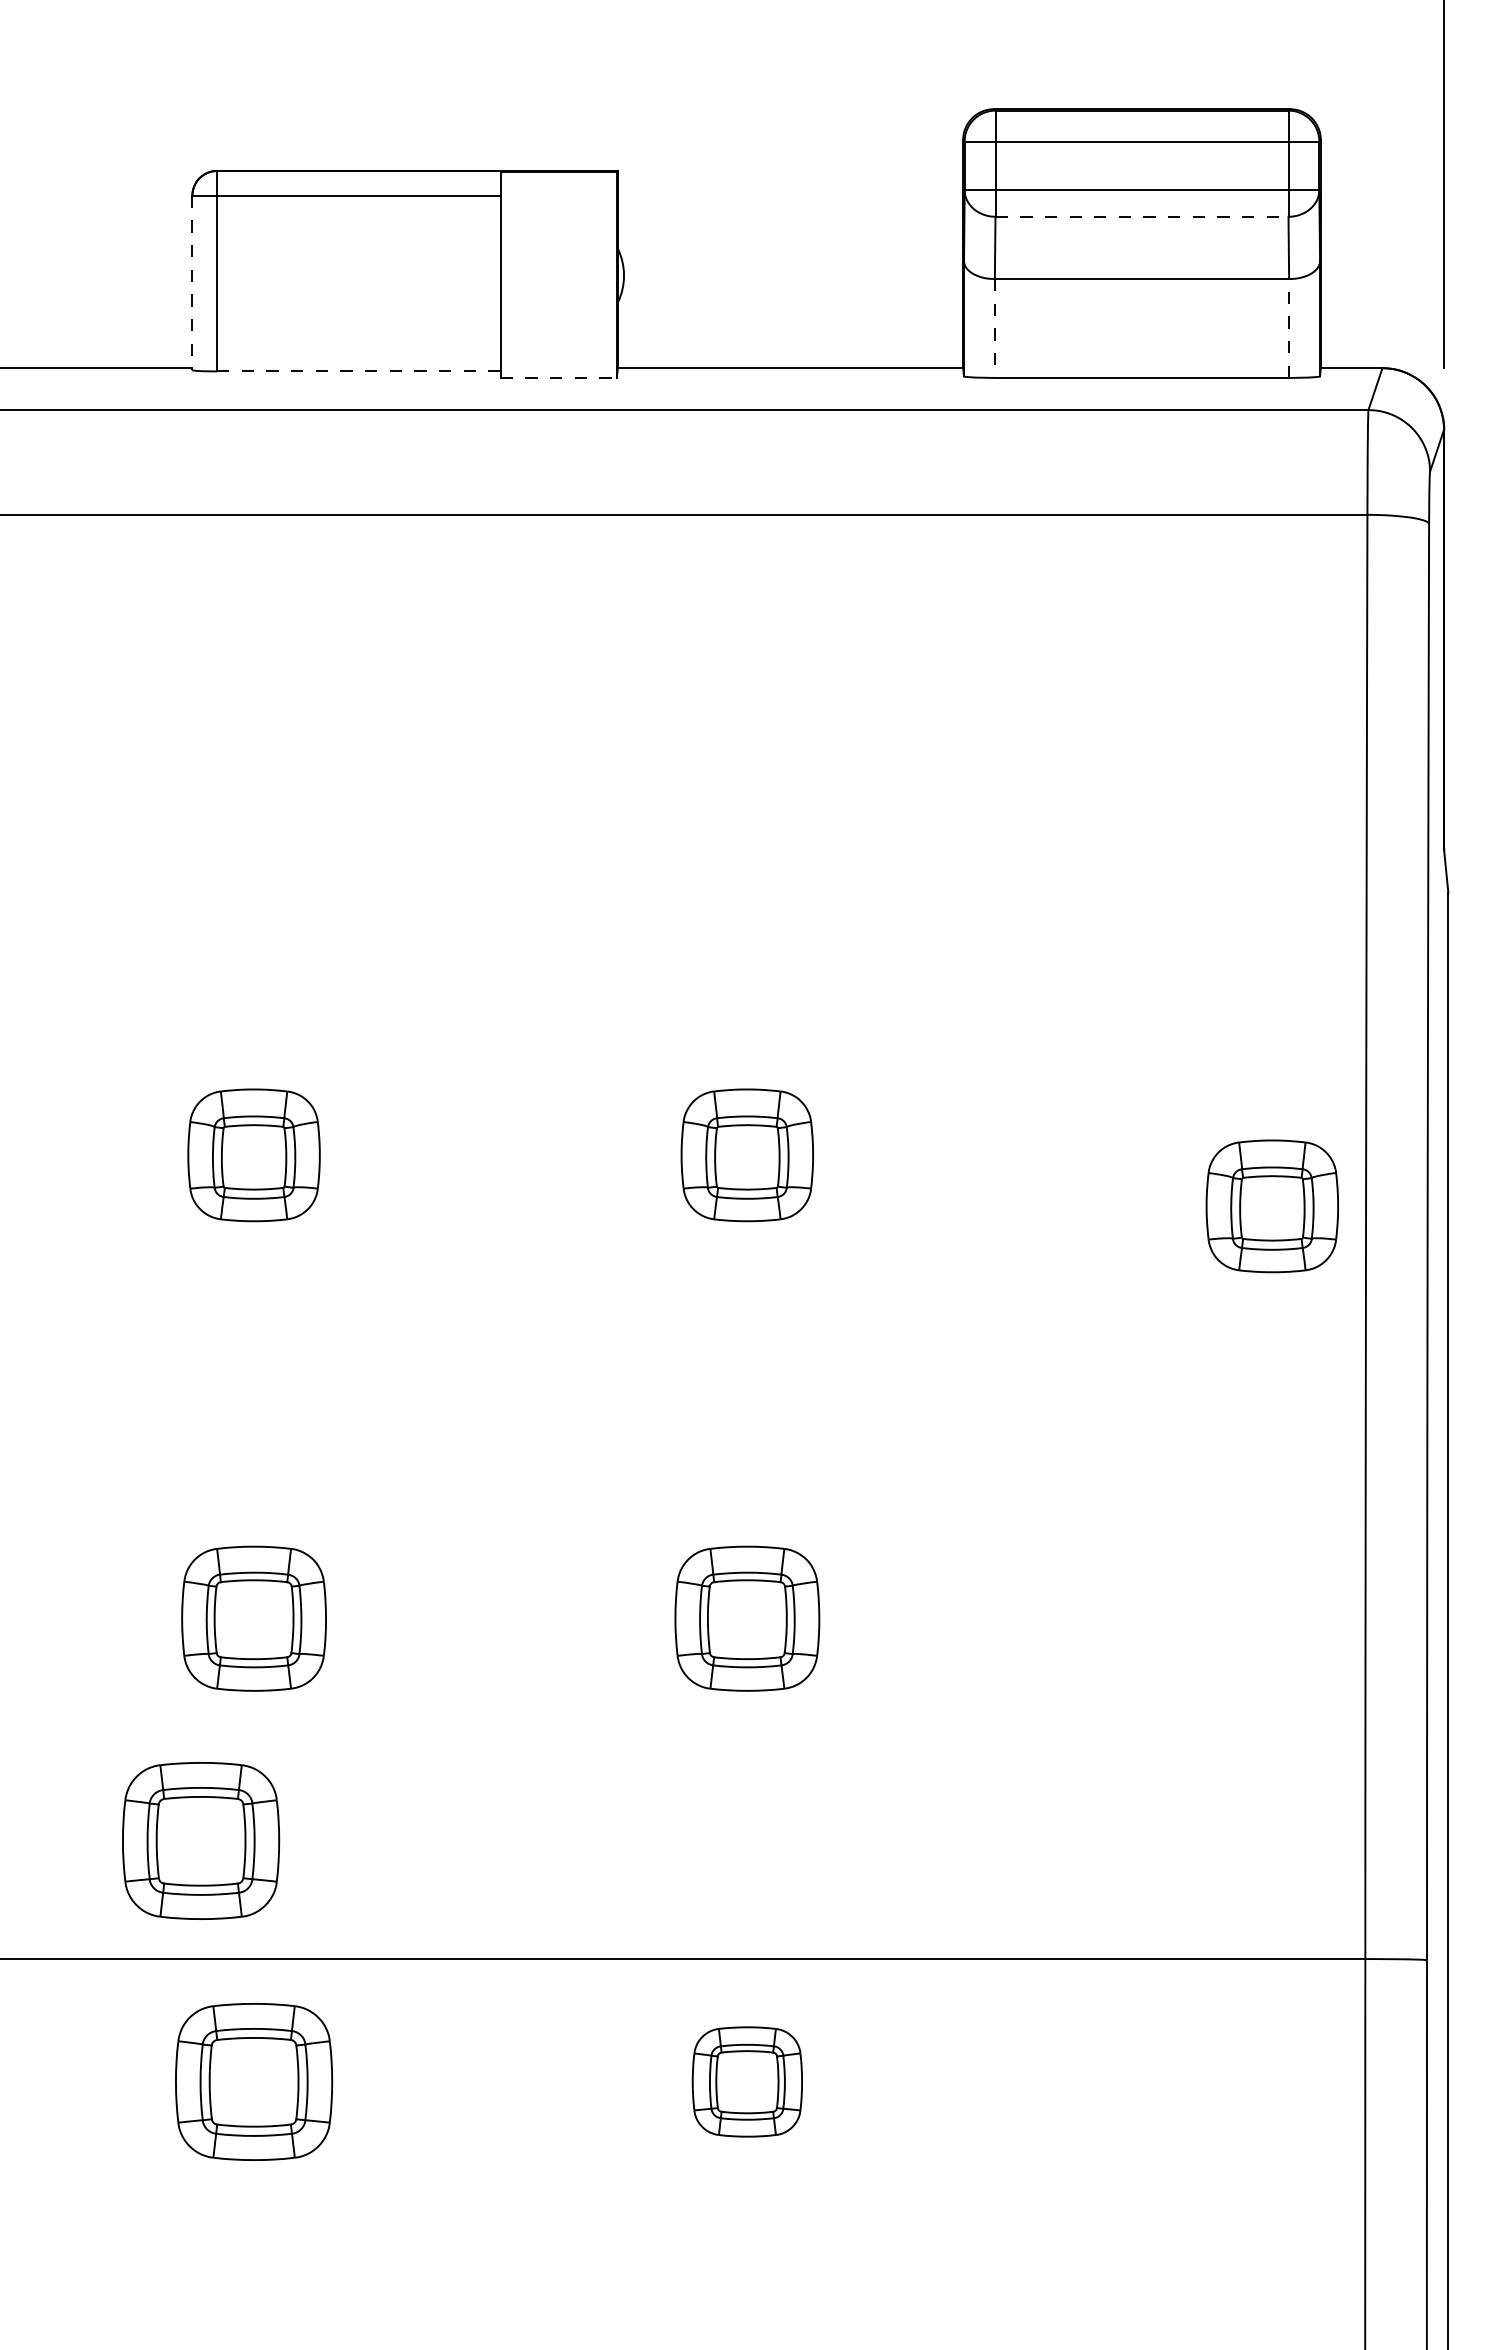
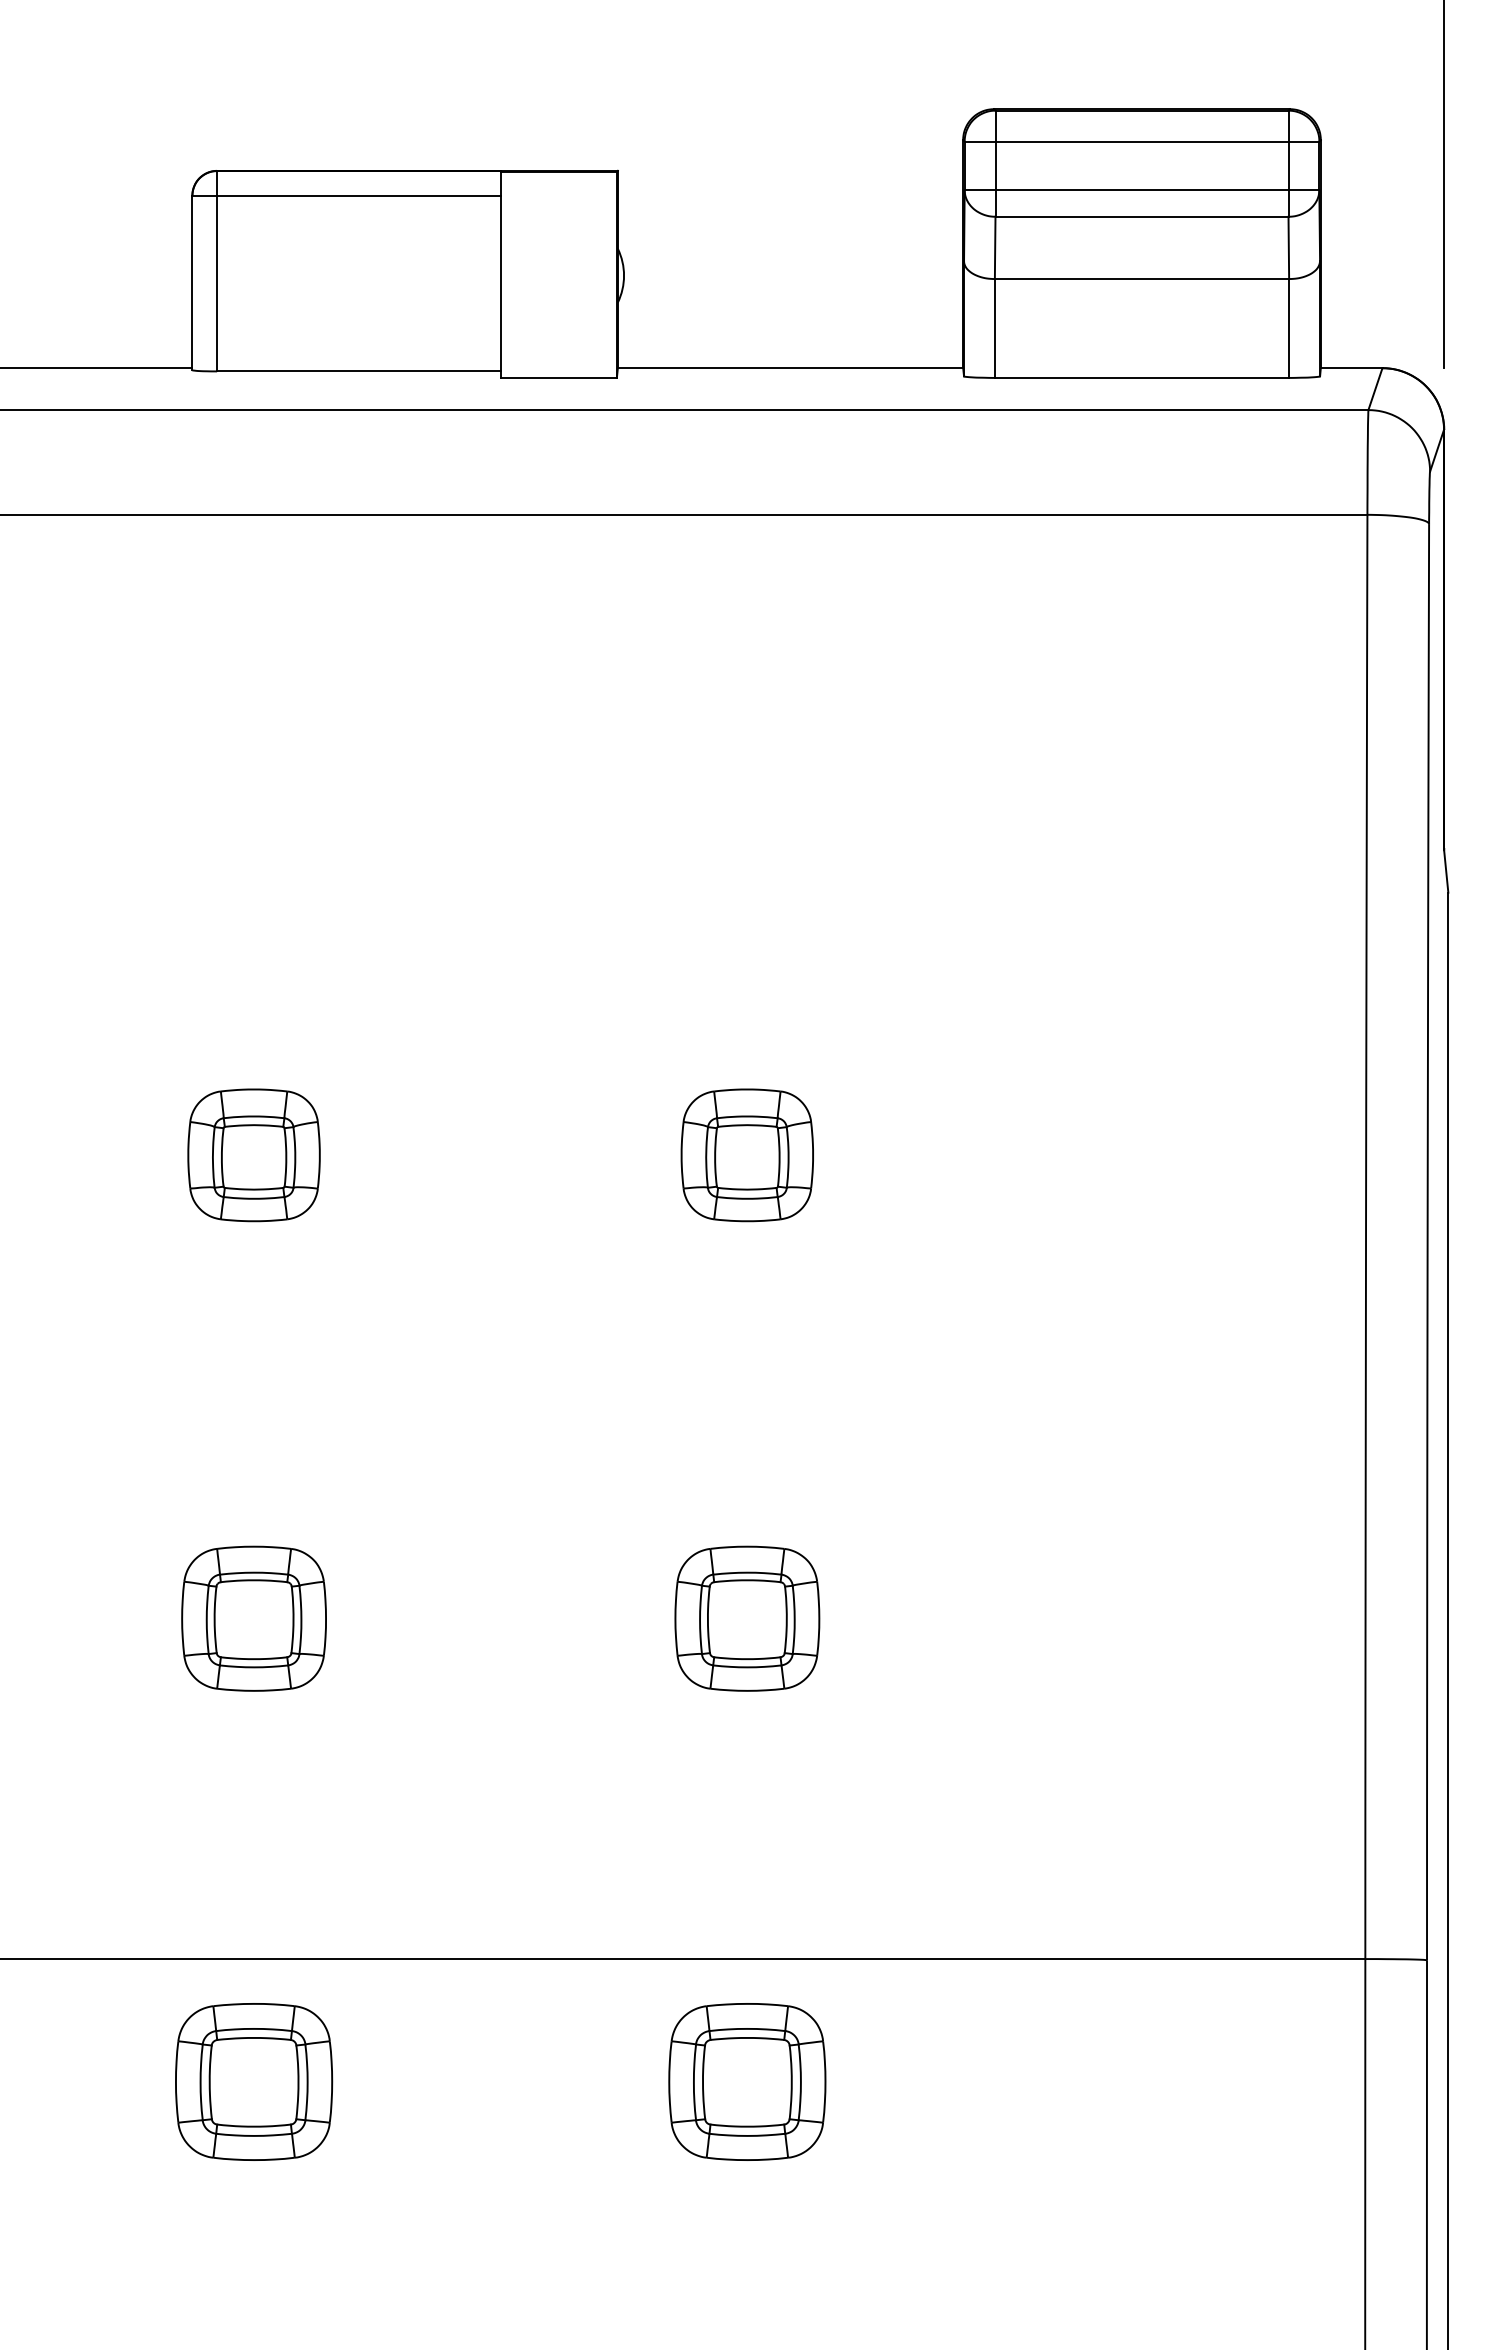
line at (1142, 216): dashed -> solid
line at (192, 283): dashed -> solid
line at (1289, 327): dashed -> solid
line at (994, 328): dashed -> solid
line at (358, 371): dashed -> solid
line at (559, 377): dashed -> solid
part at (1271, 1206): present -> none
part at (201, 1840): present -> none
part at (746, 2081) size: 112x112 px -> 159x158 px
